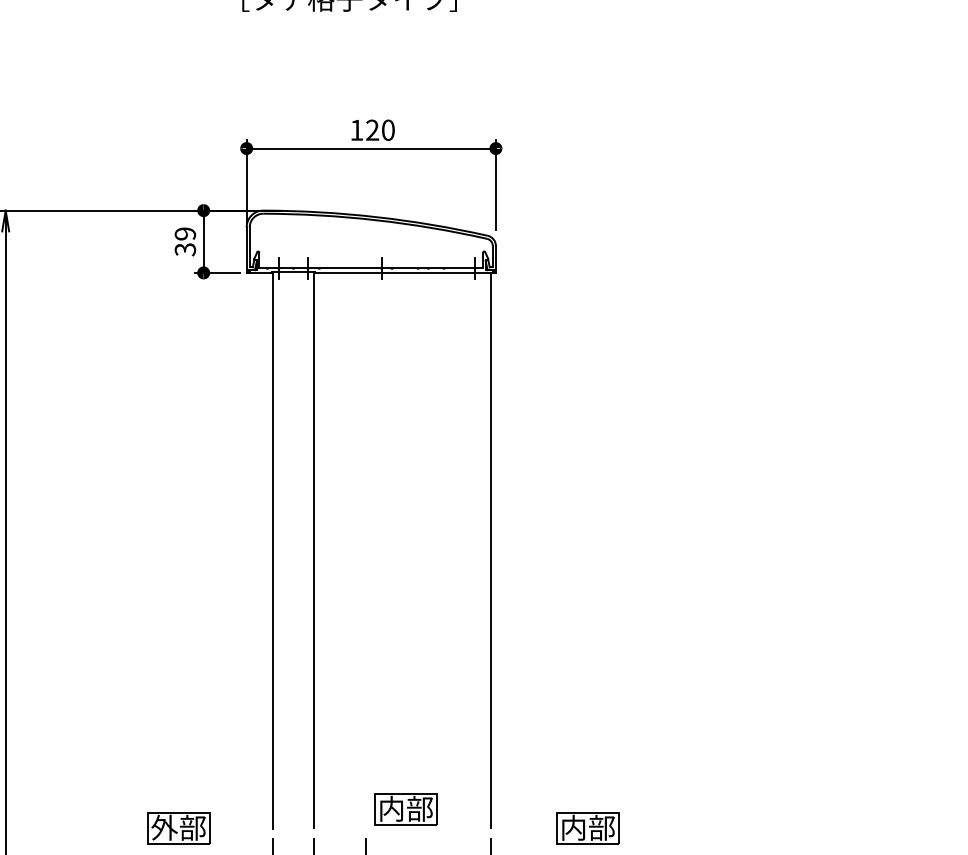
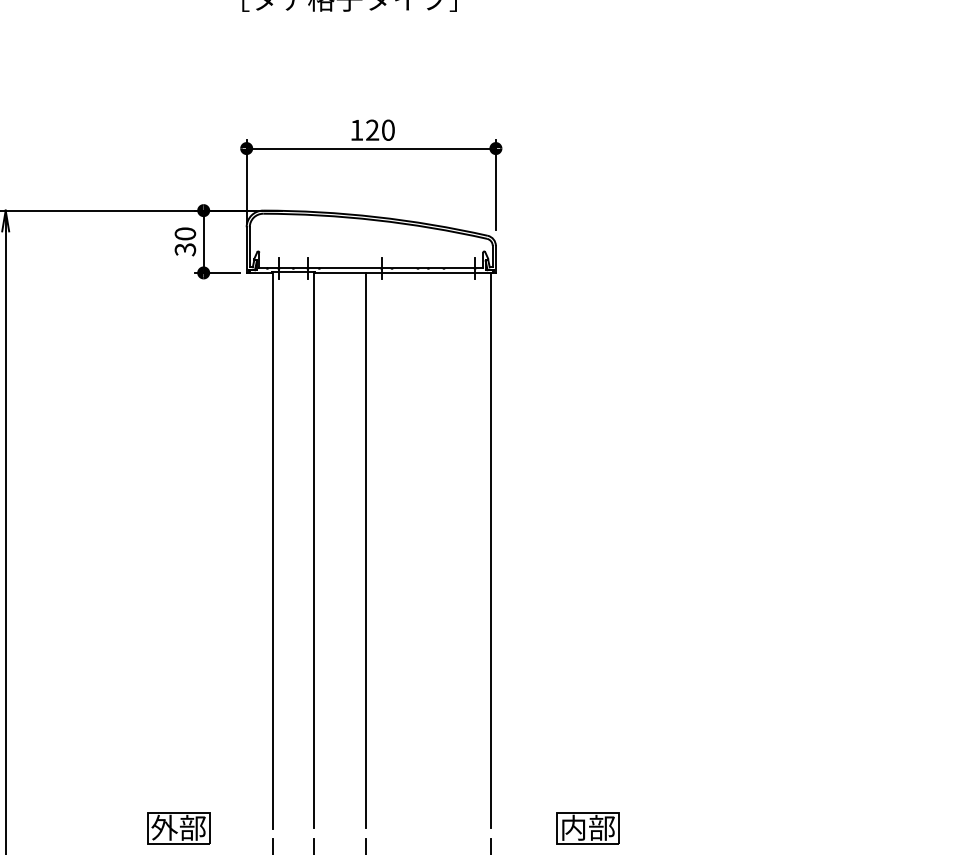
text at (185, 233): 39 -> 30
line at (366, 550): none -> present
part at (405, 809): present -> none
